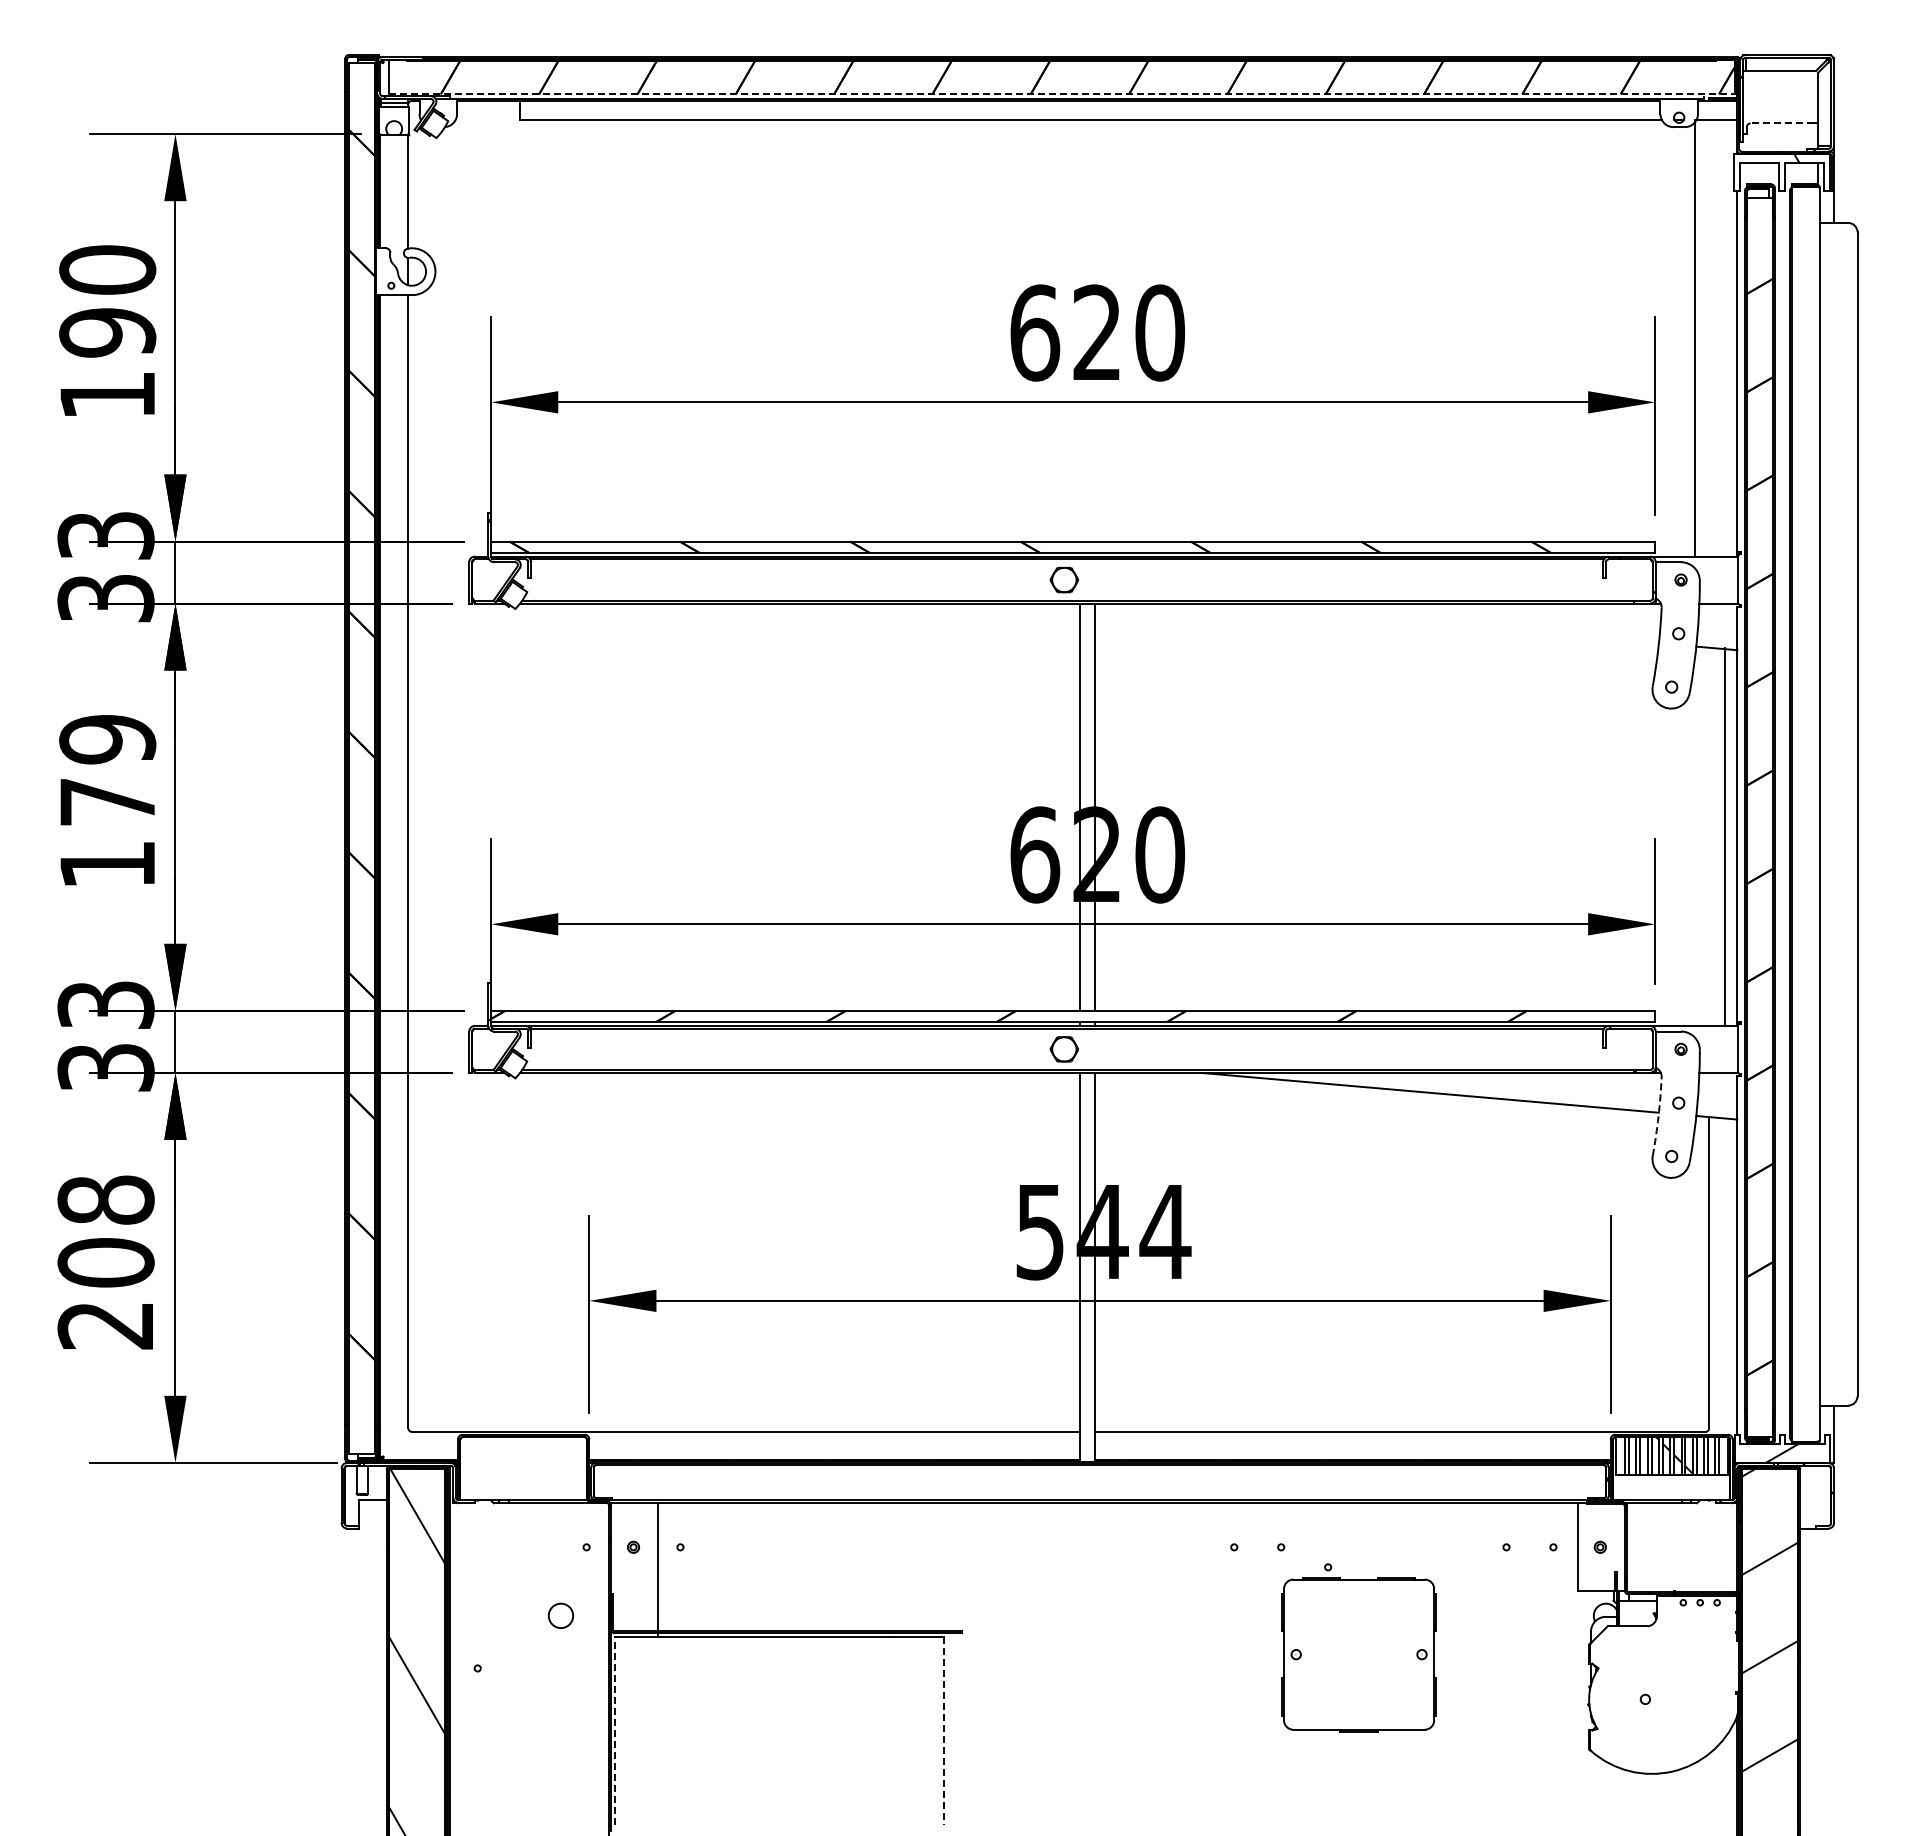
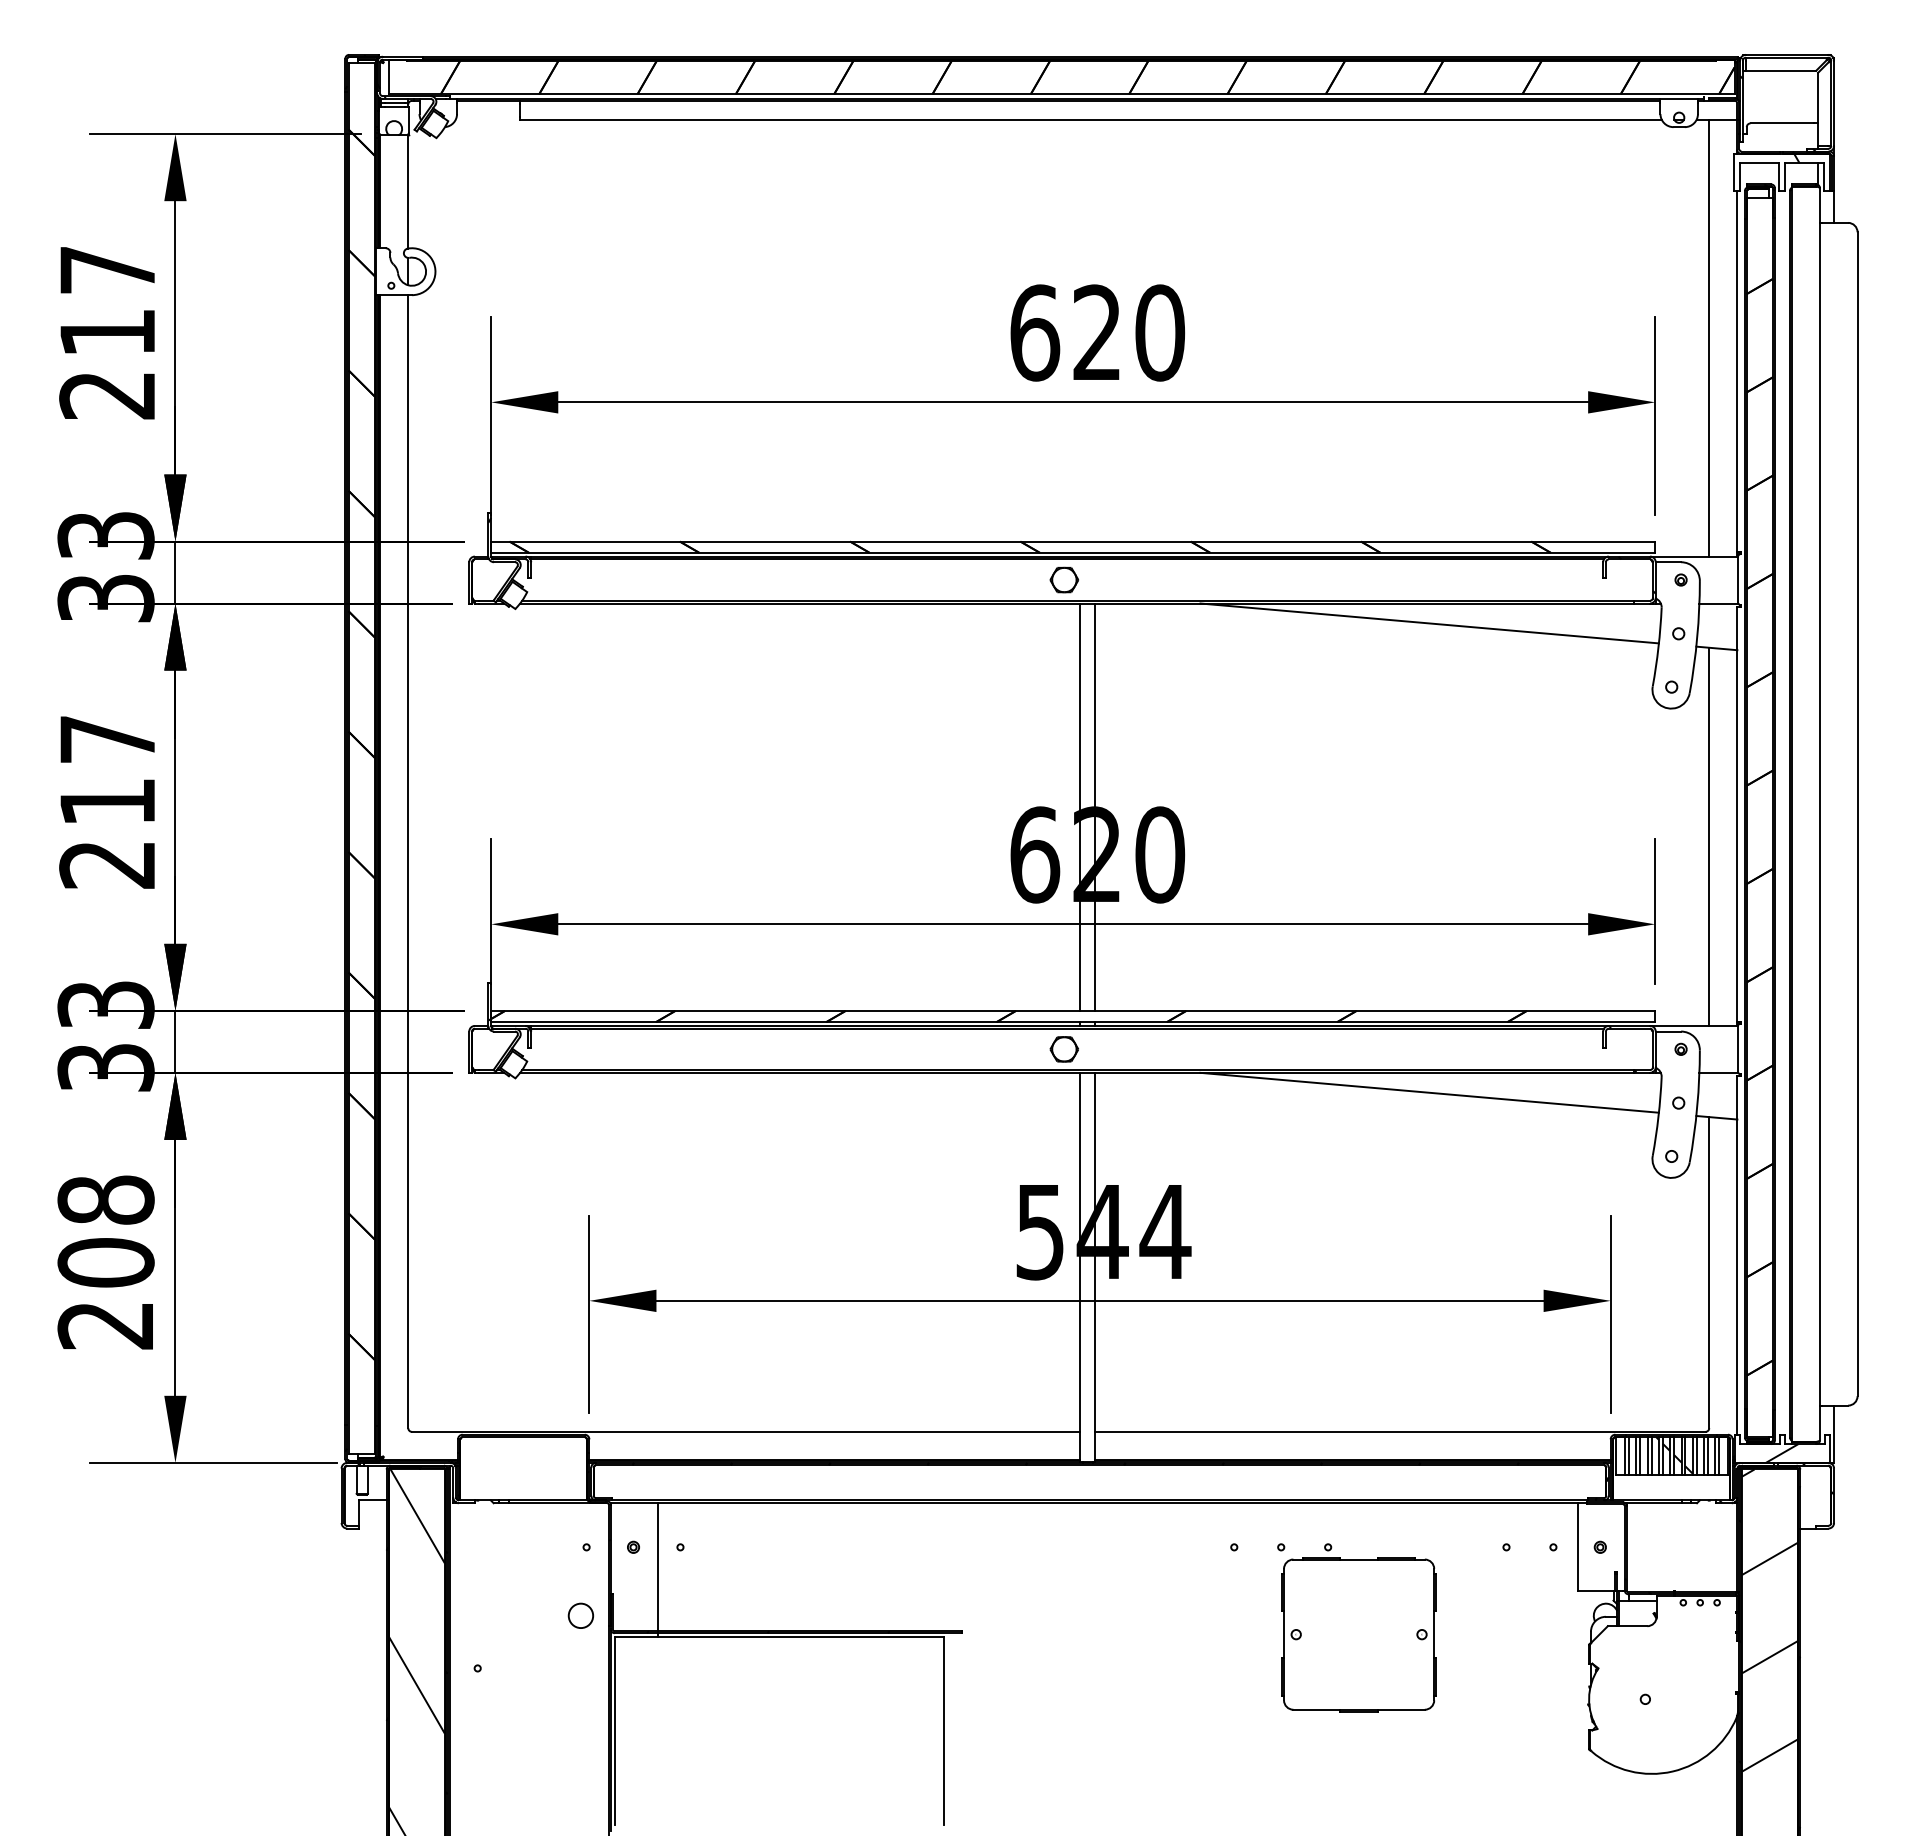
line at (1062, 94): dashed -> solid
line at (1782, 123): dashed -> solid
text at (107, 332): 190 -> 217
line at (1695, 337) position: (1695, 337) -> (1709, 337)
line at (1429, 623): none -> present
text at (107, 801): 179 -> 217
line at (1725, 836) position: (1725, 836) -> (1709, 836)
arc at (1658, 1116): dashed -> solid
circle at (560, 1615) position: (560, 1615) -> (580, 1615)
part at (1358, 1647) position: (1358, 1647) -> (1358, 1627)
line at (615, 1730): dashed -> solid
line at (943, 1730): dashed -> solid
